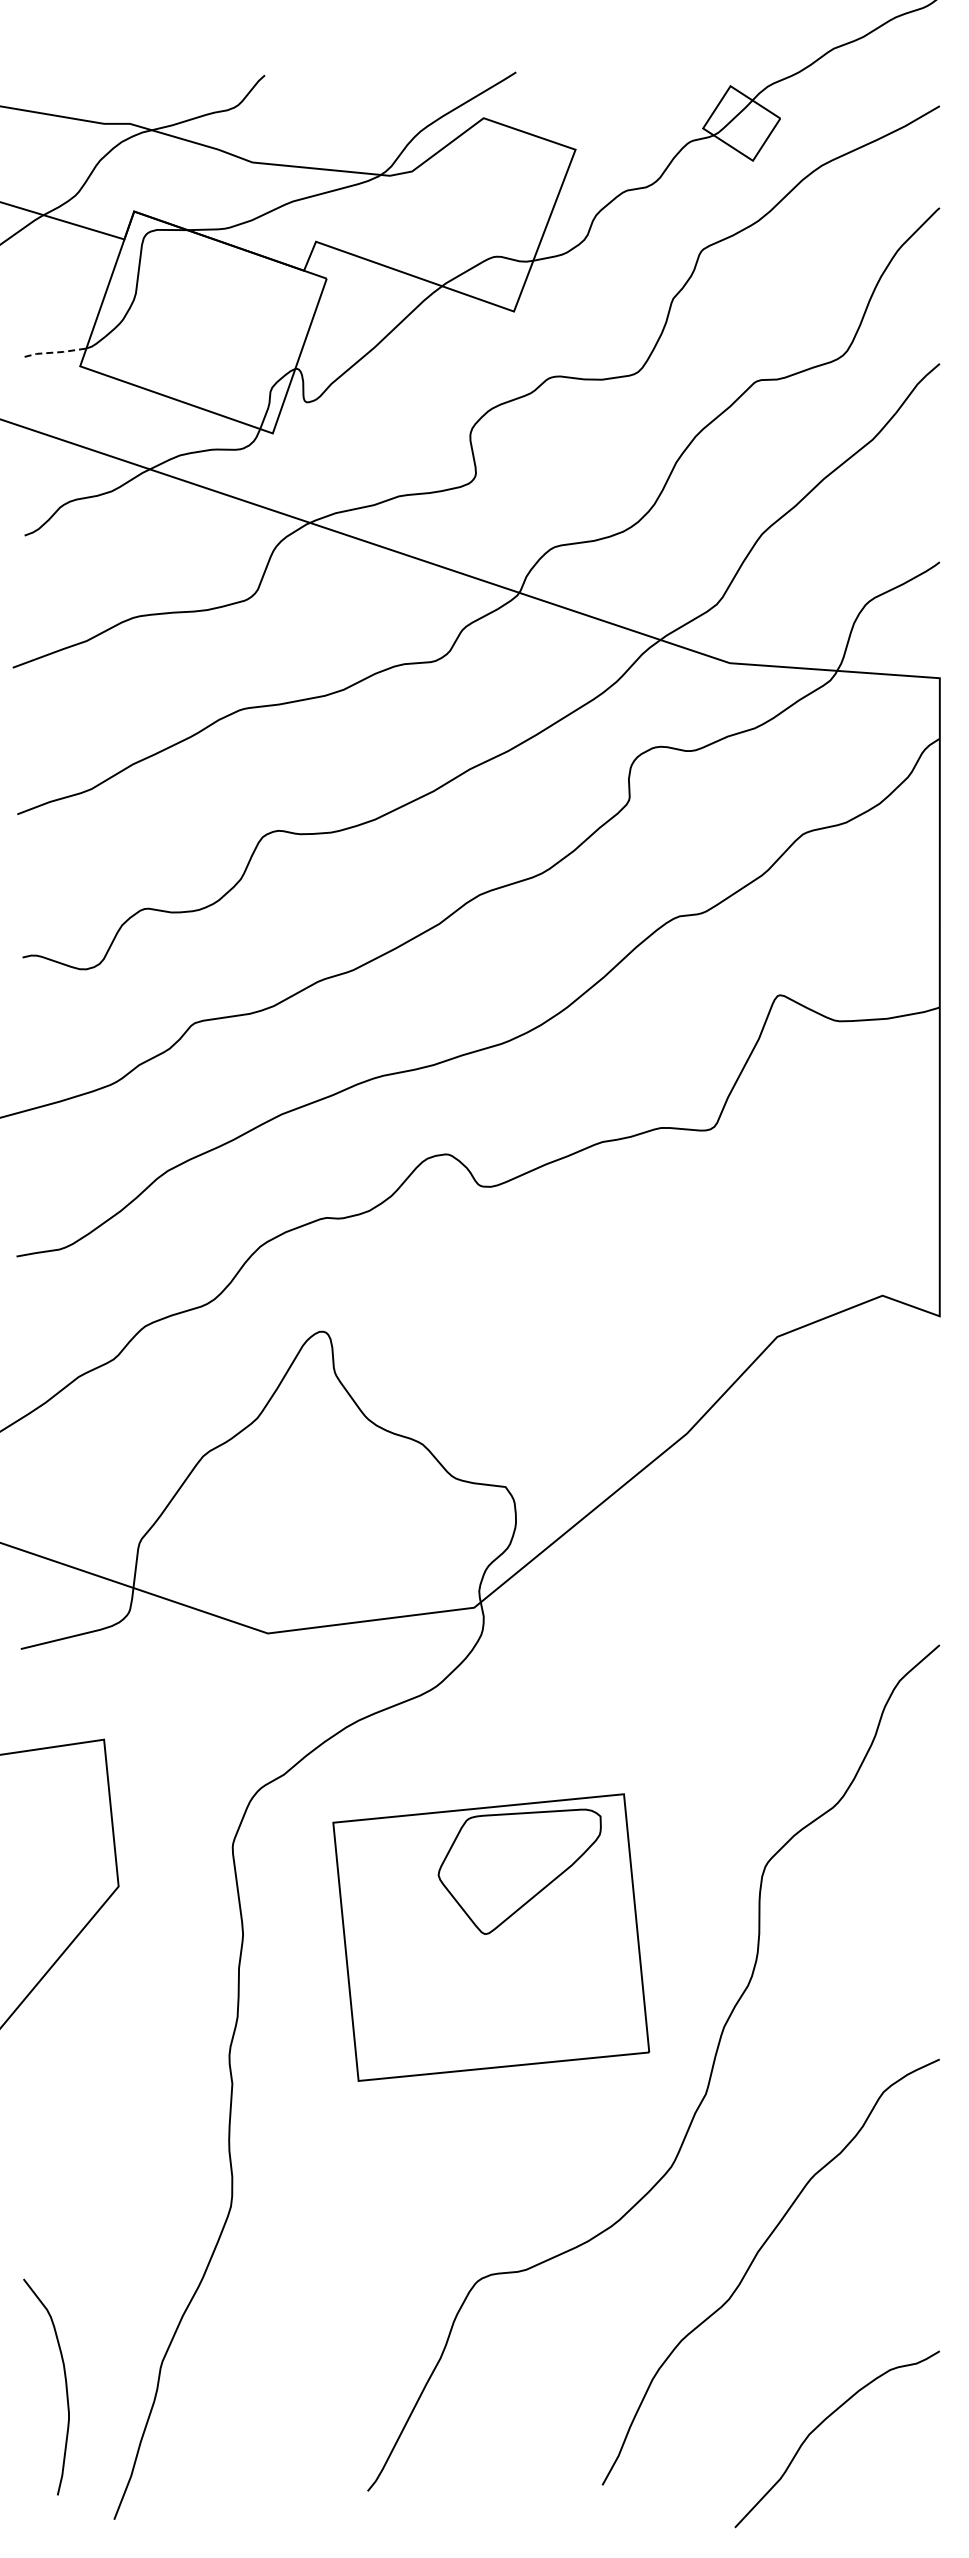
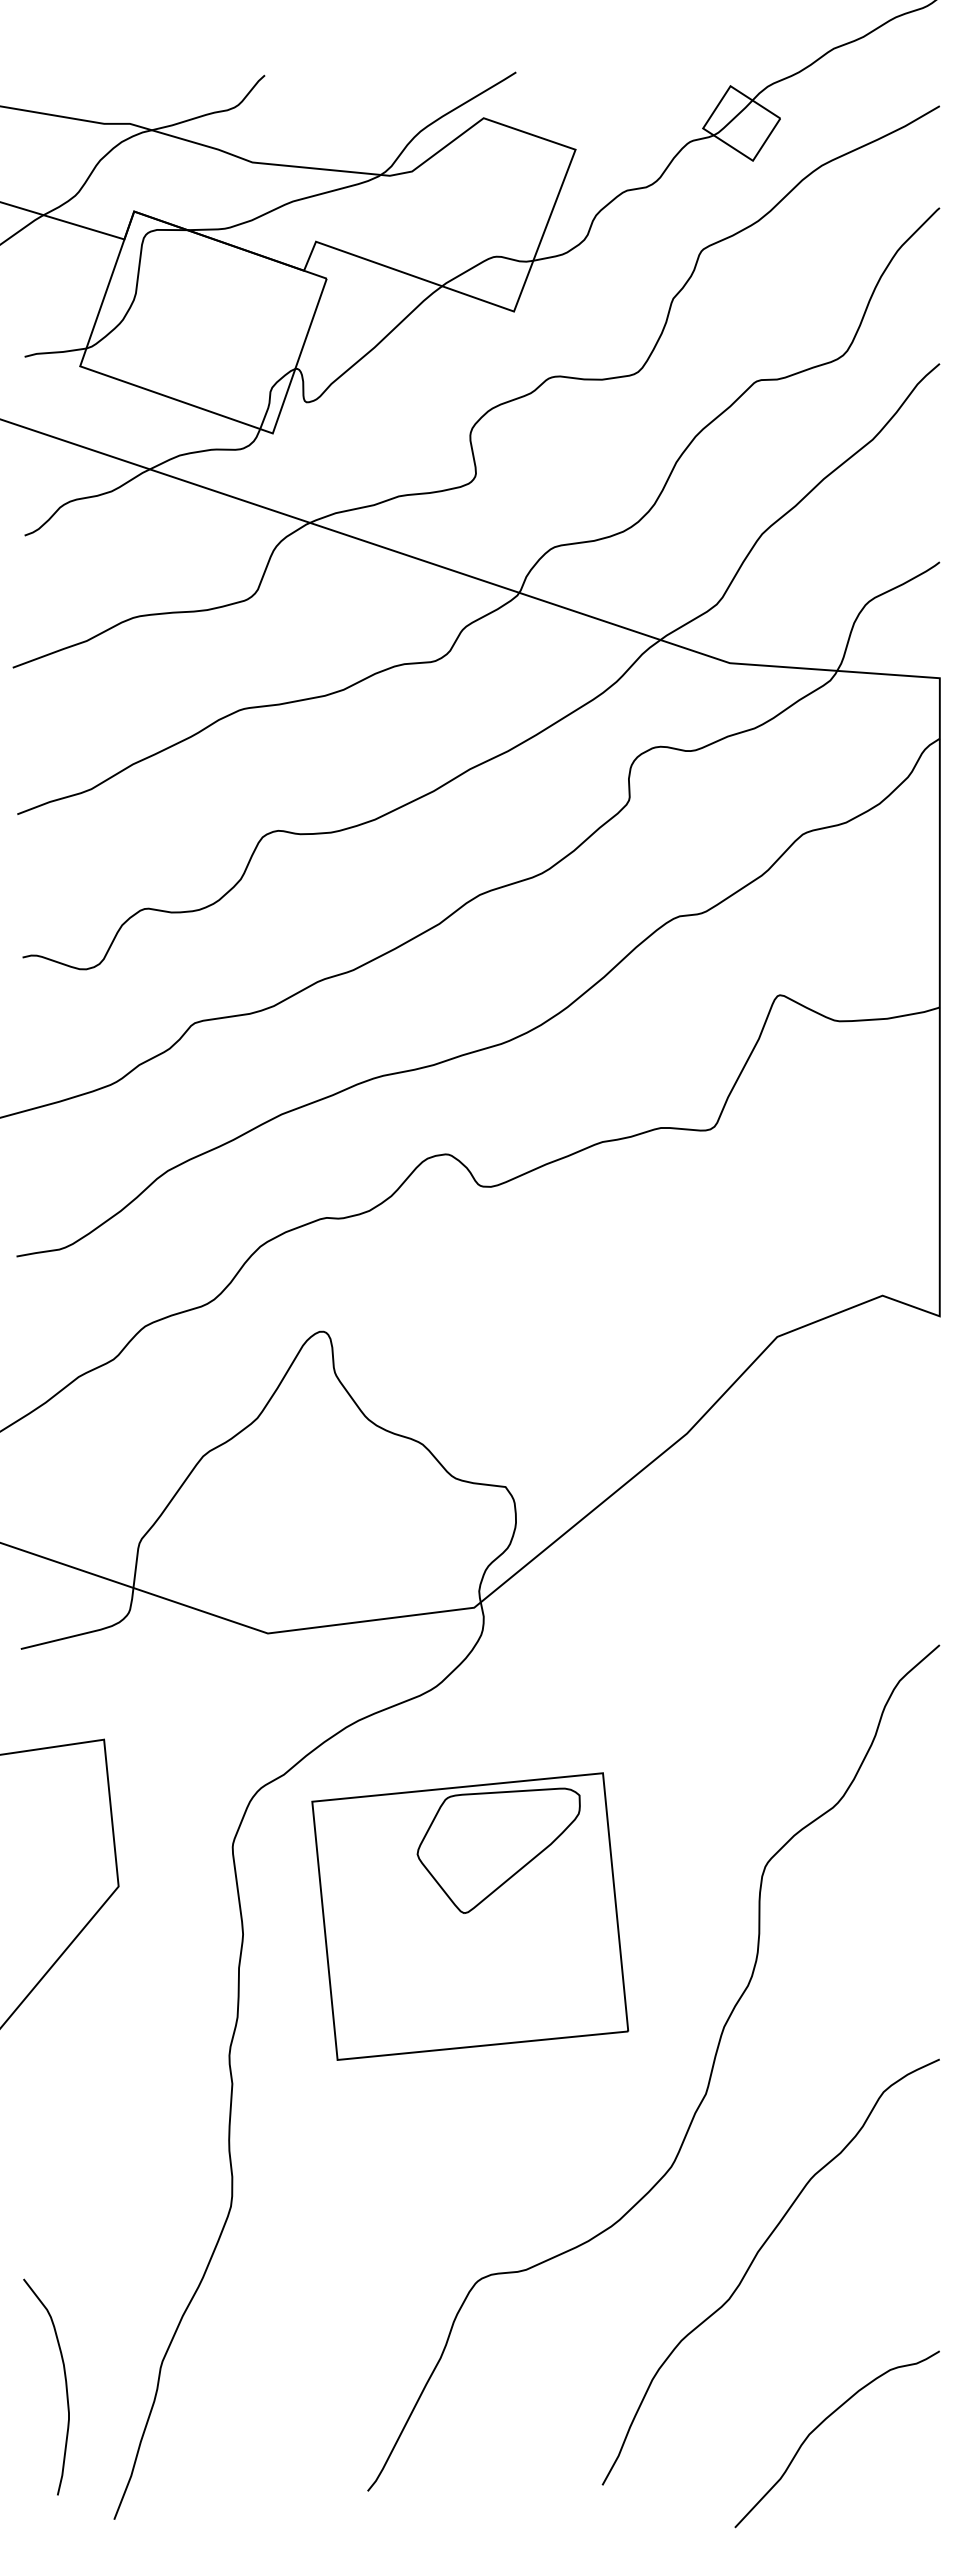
line at (55, 352): dashed -> solid
part at (491, 1937) position: (491, 1937) -> (470, 1916)
